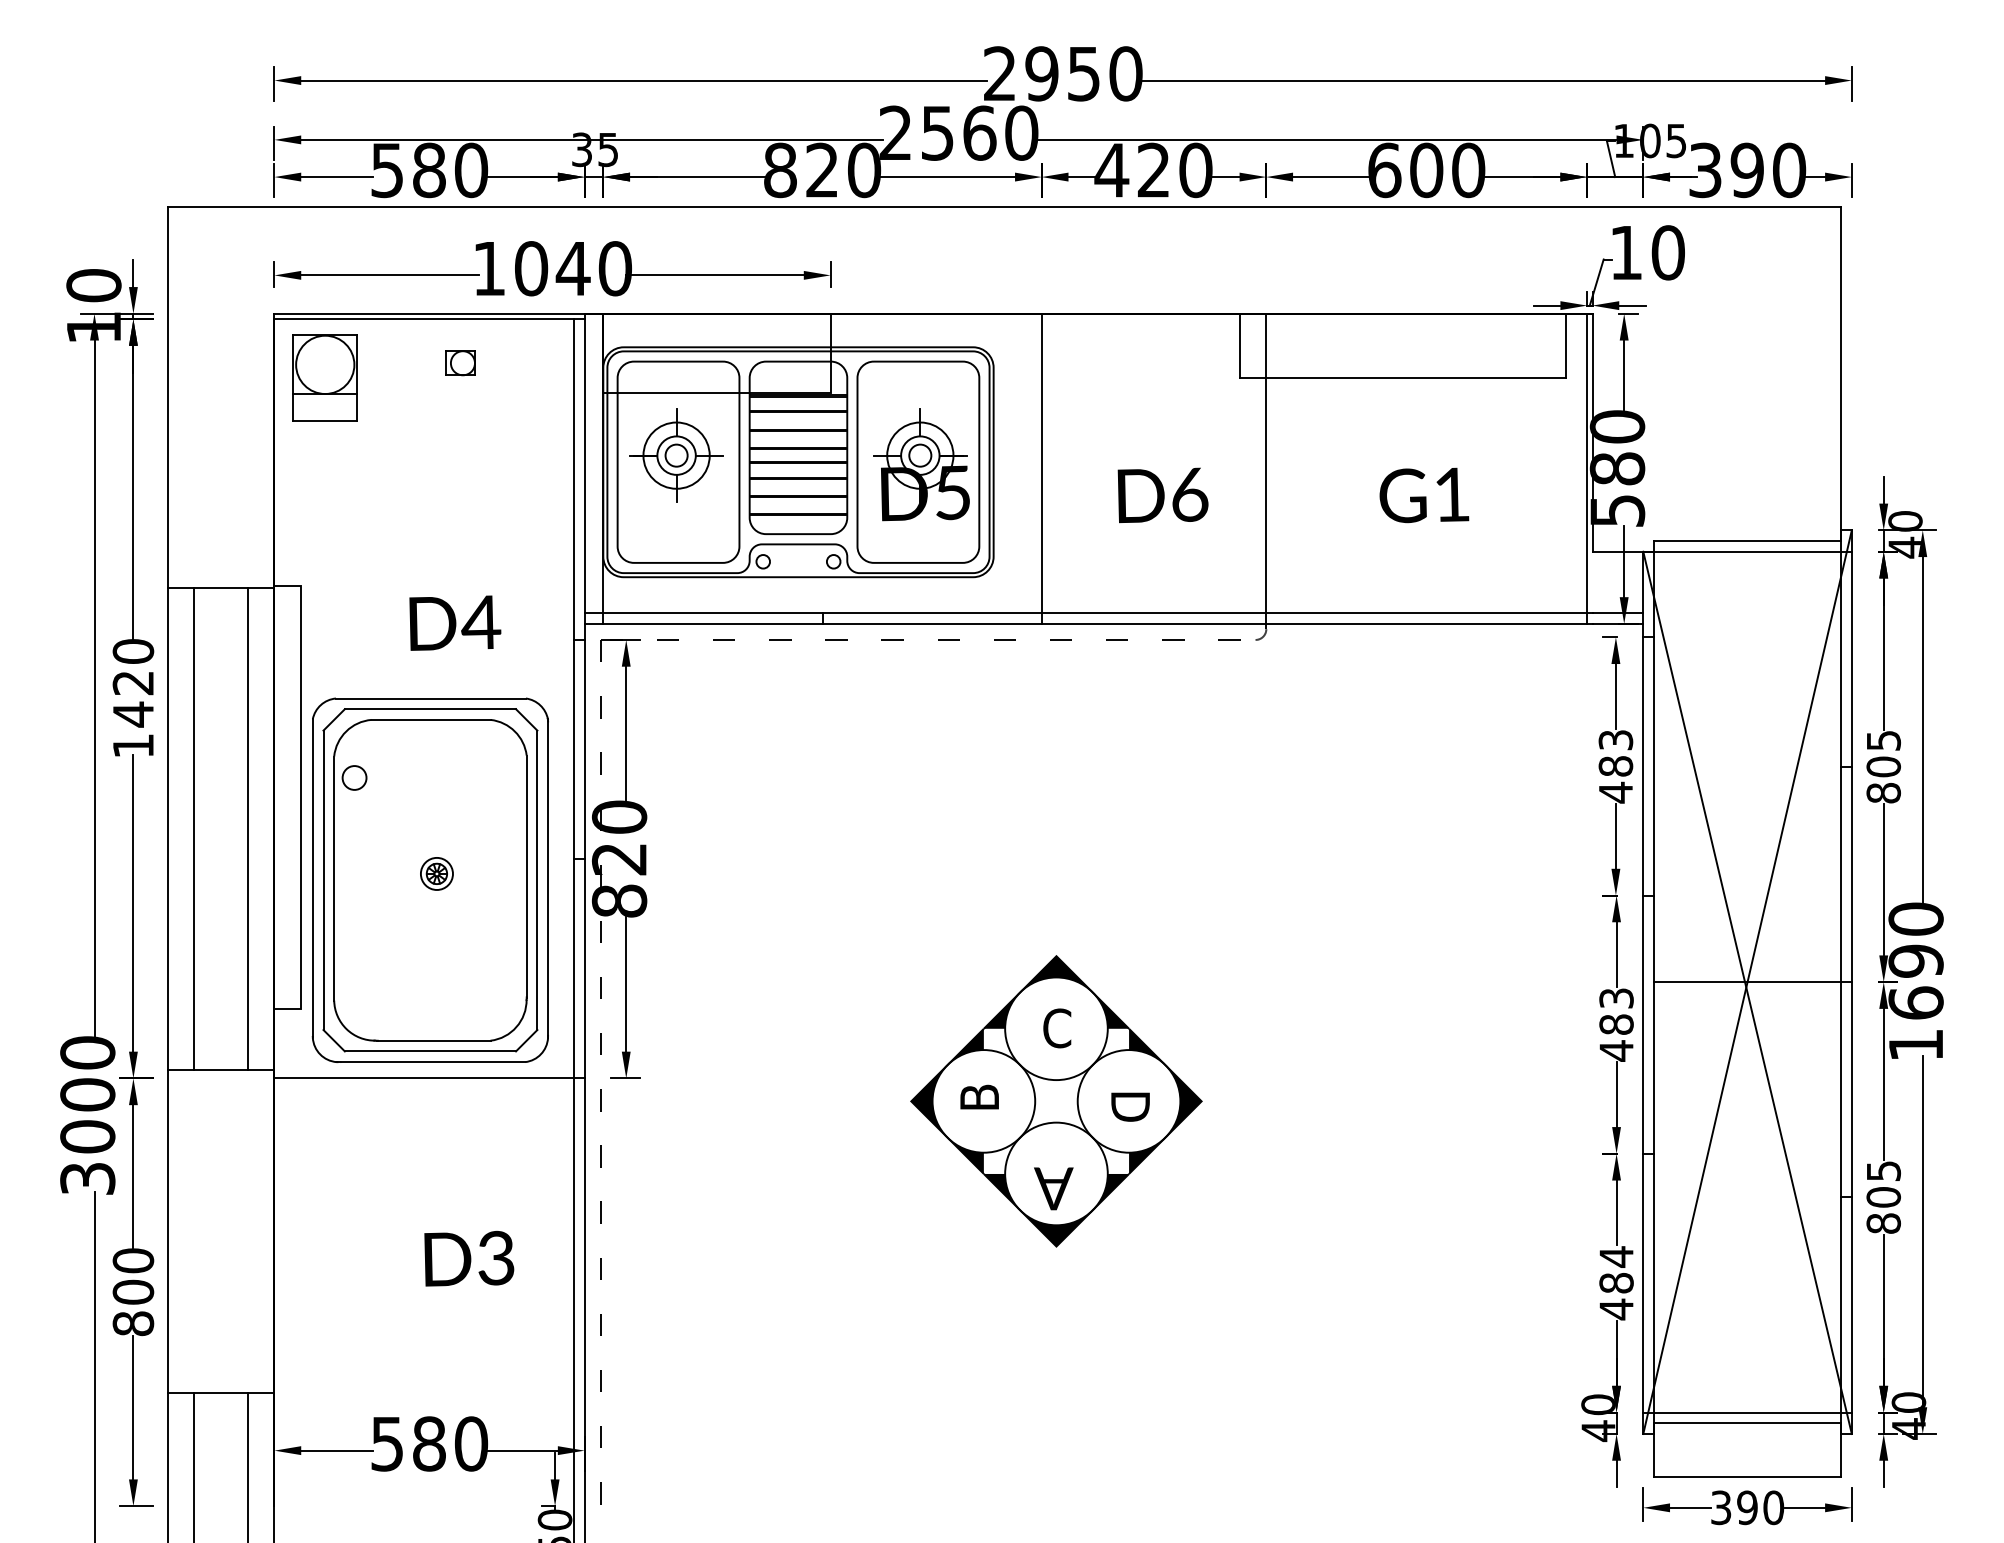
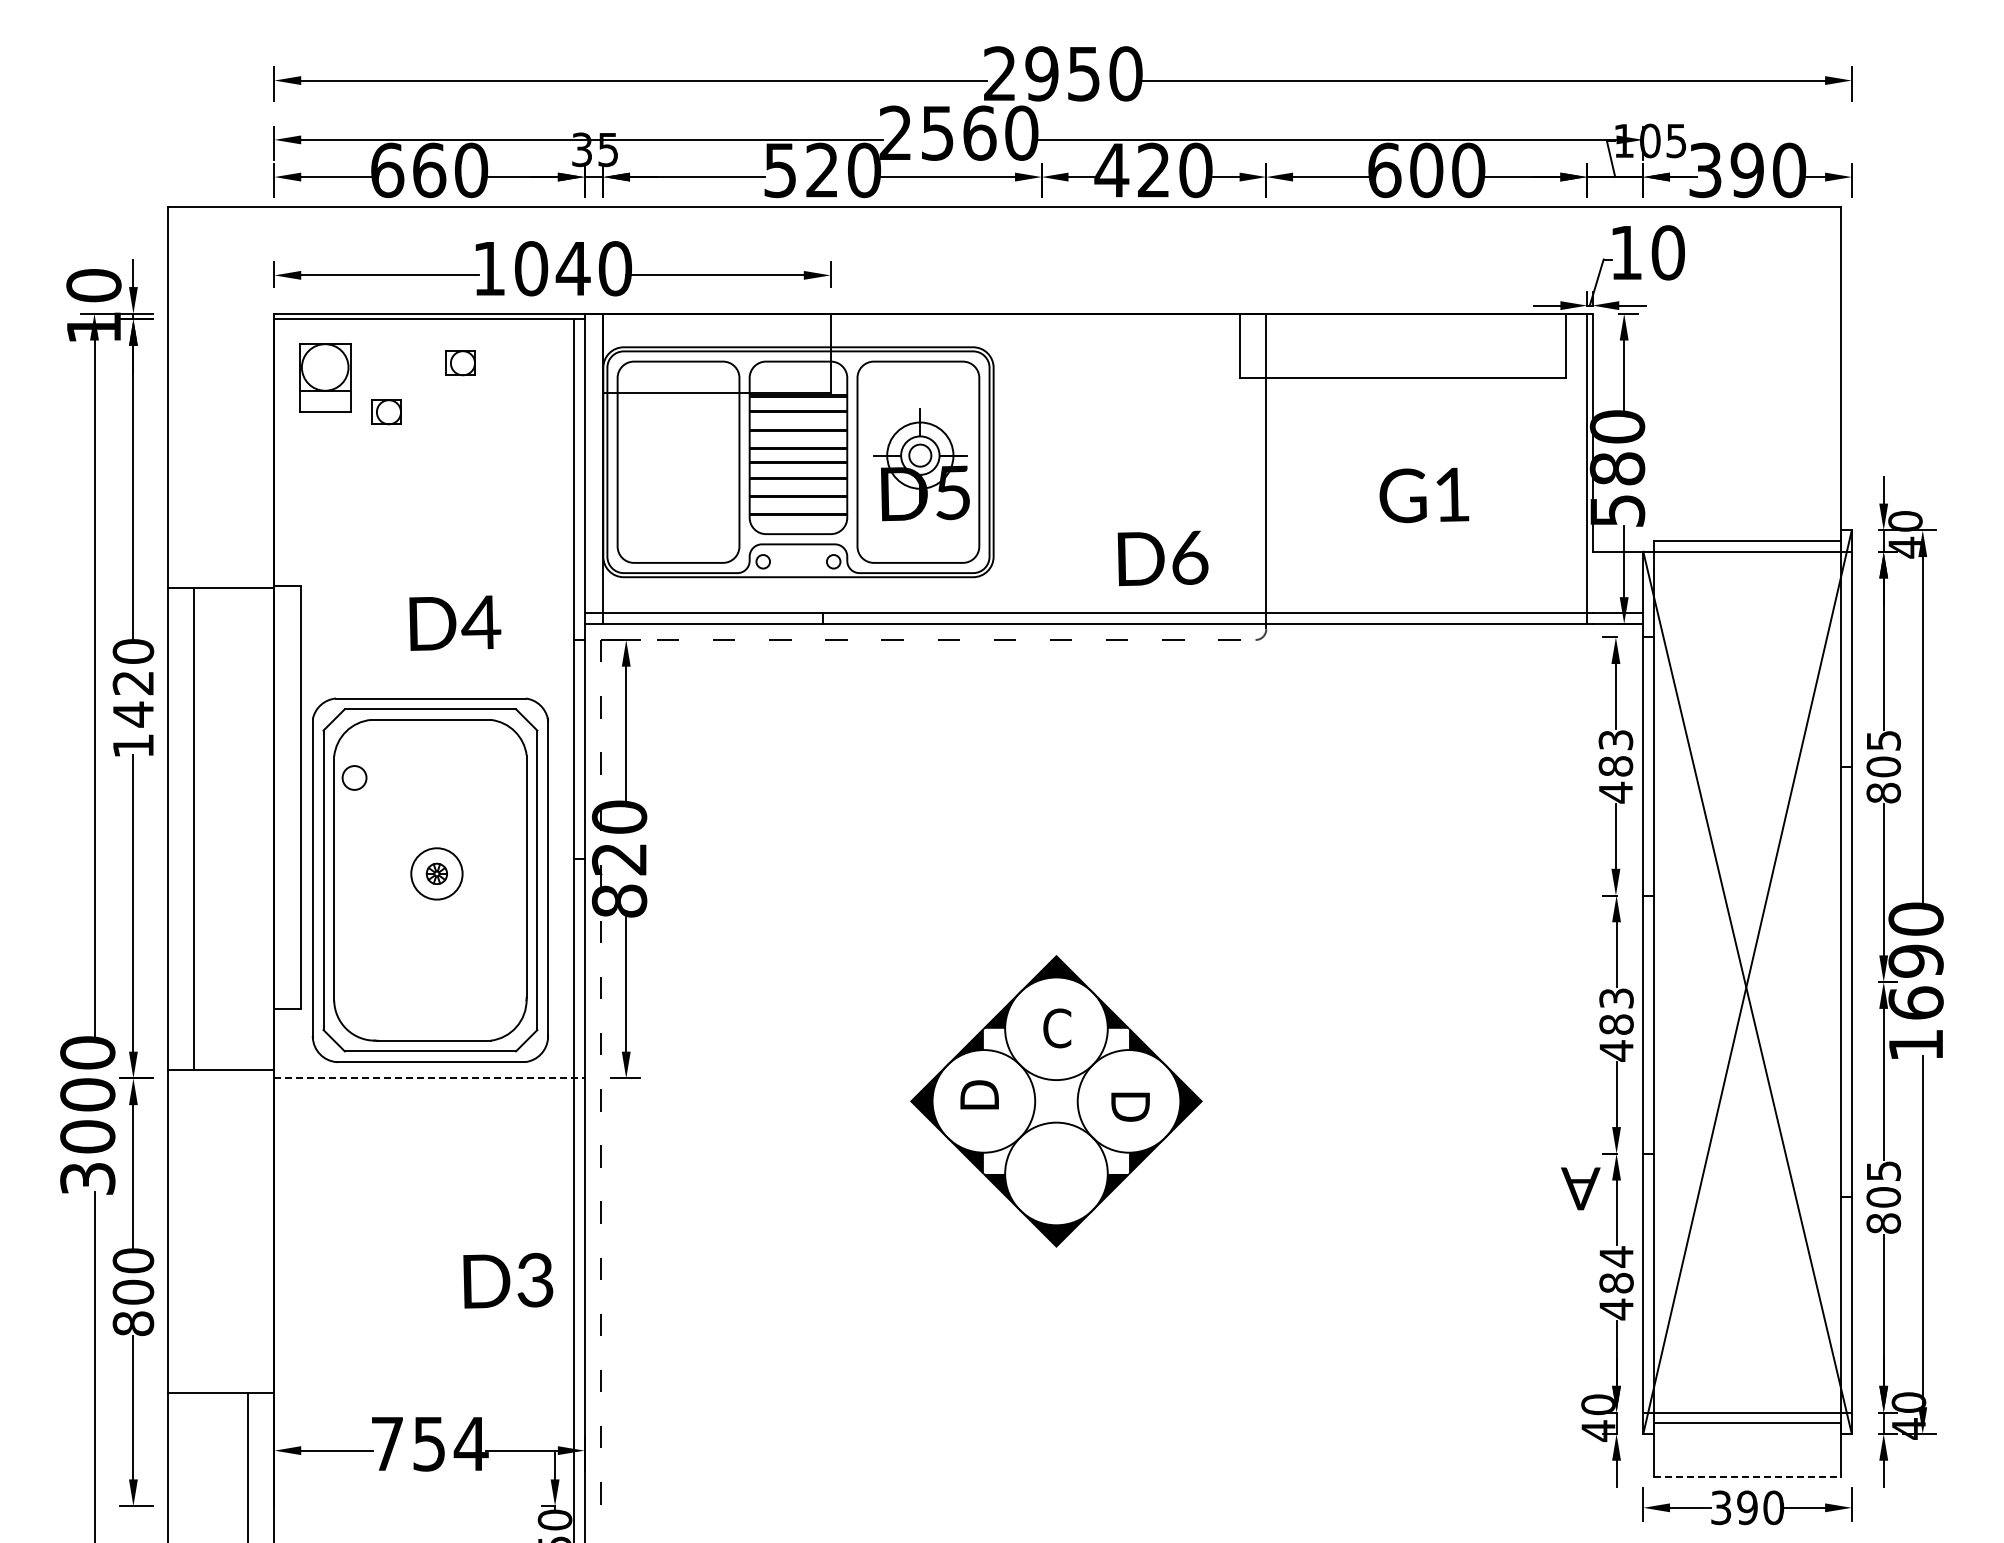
text at (408, 170): 580 -> 660
text at (780, 170): 820 -> 520
part at (324, 377) size: 66x88 px -> 53x70 px
part at (386, 412): none -> present
part at (676, 455): present -> none
line at (1041, 468): present -> none
text at (1162, 495) position: (1162, 495) -> (1162, 558)
line at (247, 828): present -> none
circle at (436, 873) diameter: 32 px -> 51 px
line at (1752, 982): present -> none
line at (430, 1078): solid -> dashed
text at (979, 1092): B -> D
text at (1053, 1188) position: (1053, 1188) -> (1580, 1188)
text at (469, 1258) position: (469, 1258) -> (508, 1280)
text at (429, 1443): 580 -> 754
line at (194, 1466): present -> none
line at (1747, 1476): solid -> dashed
